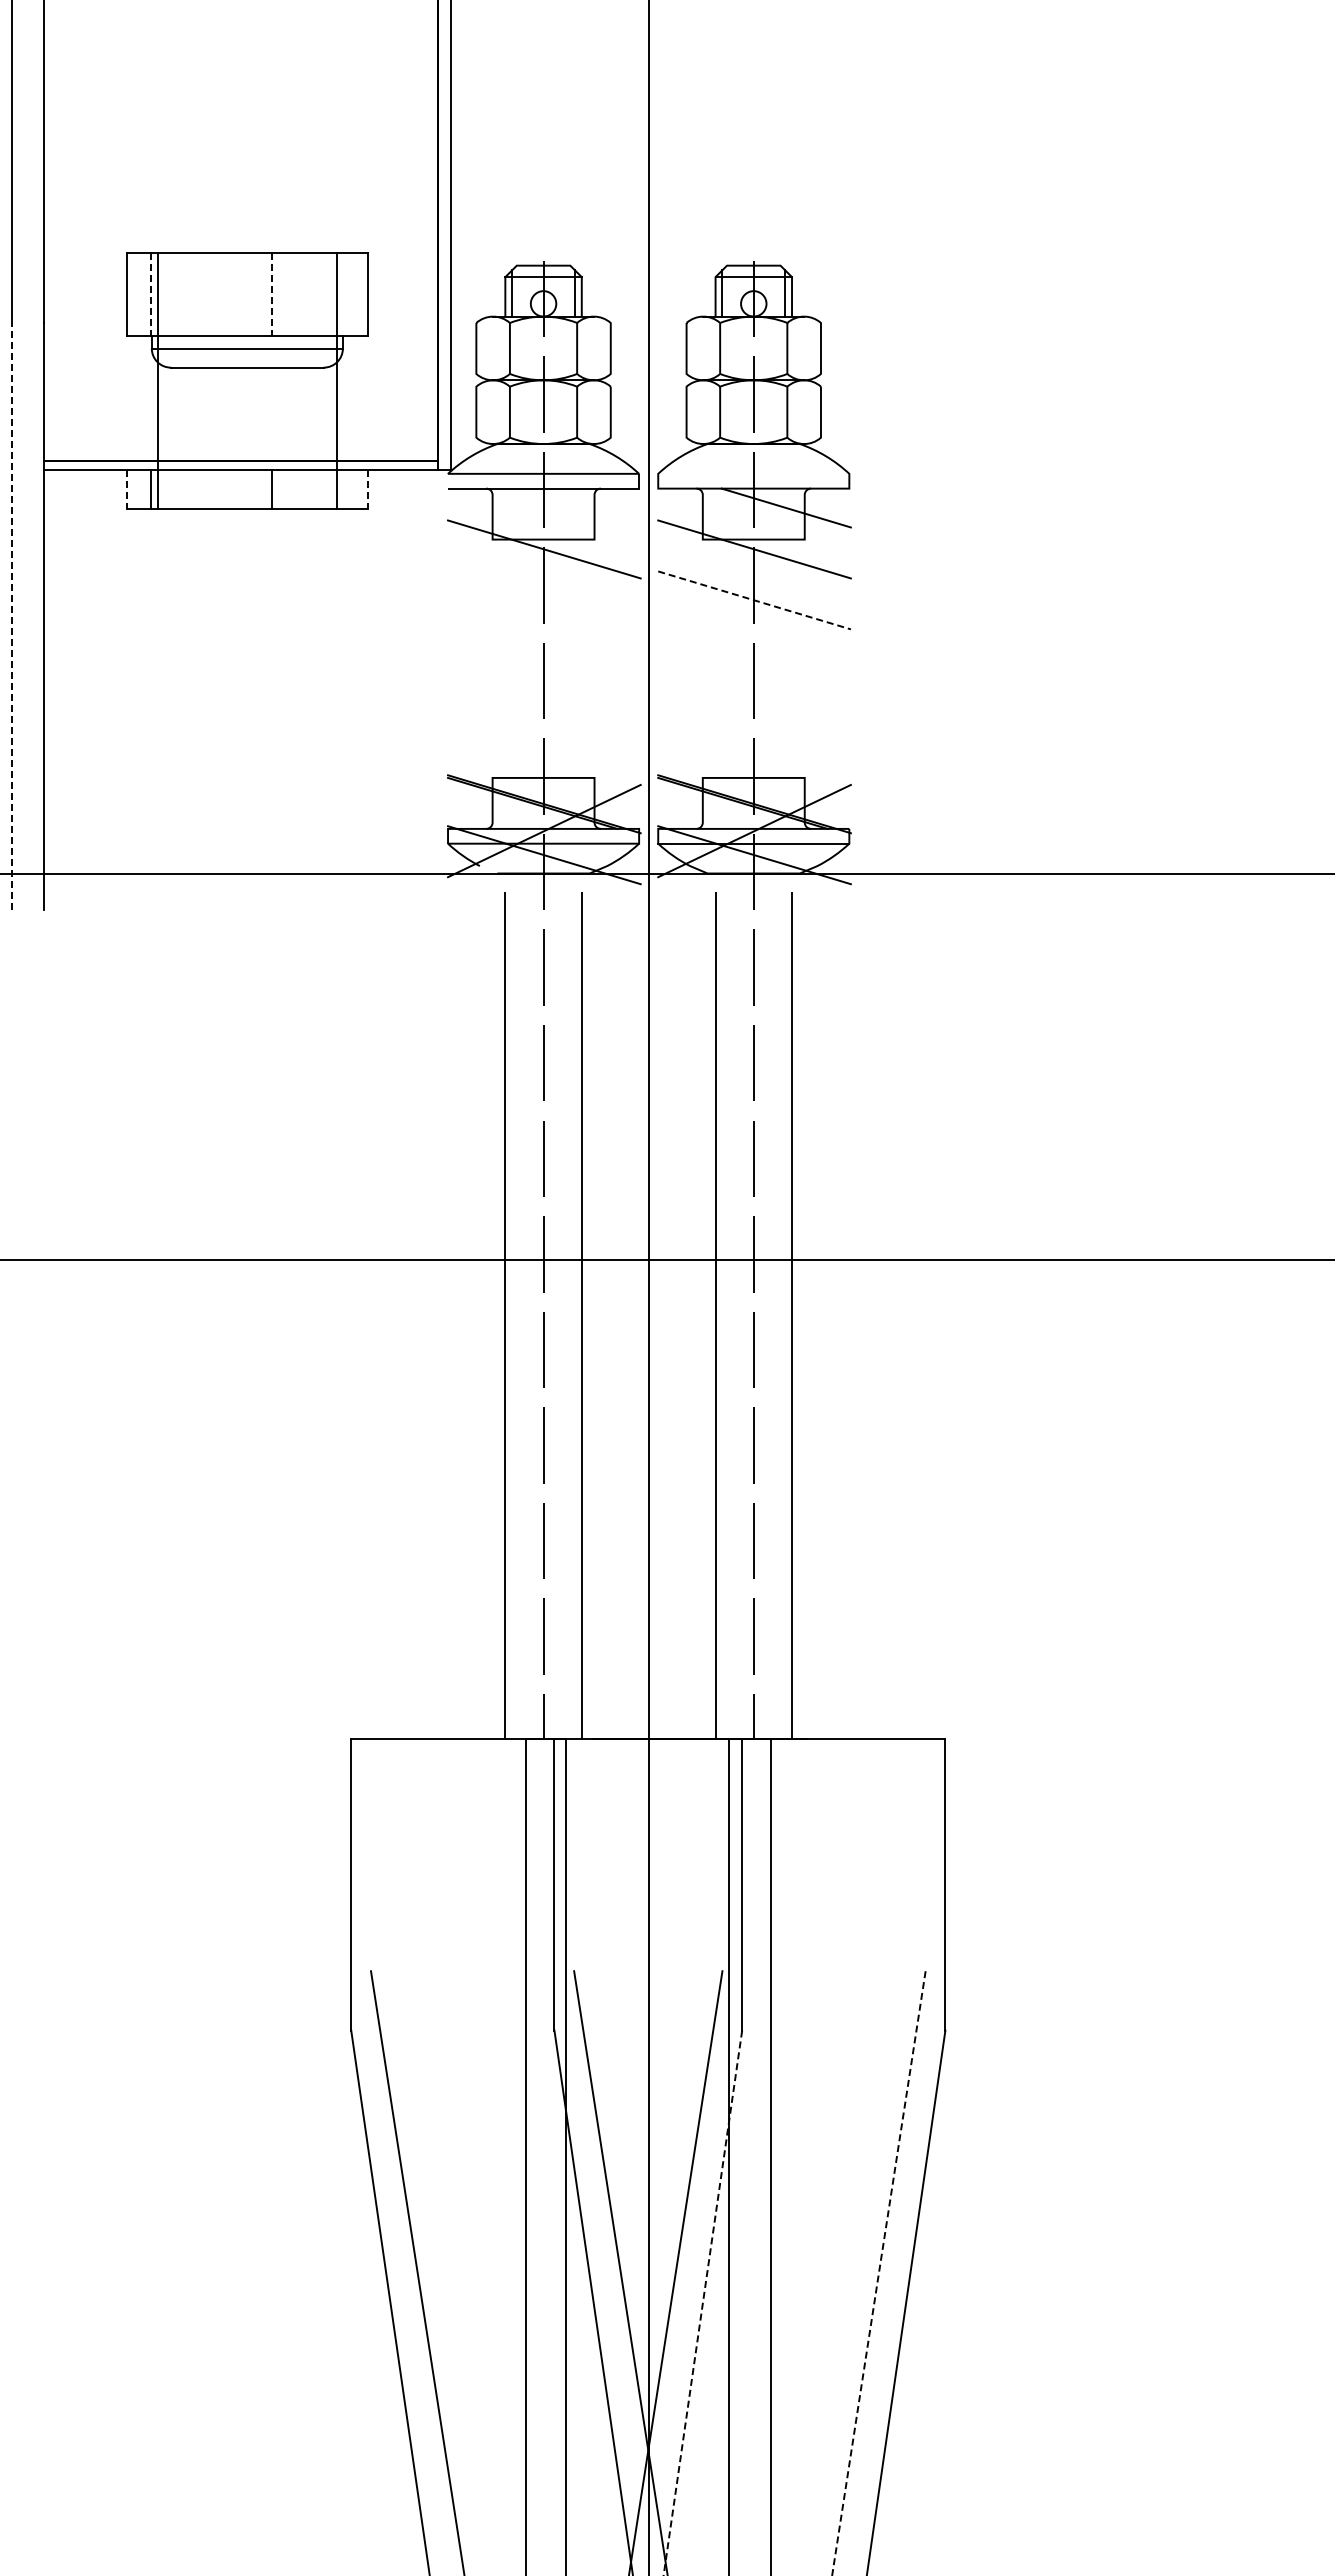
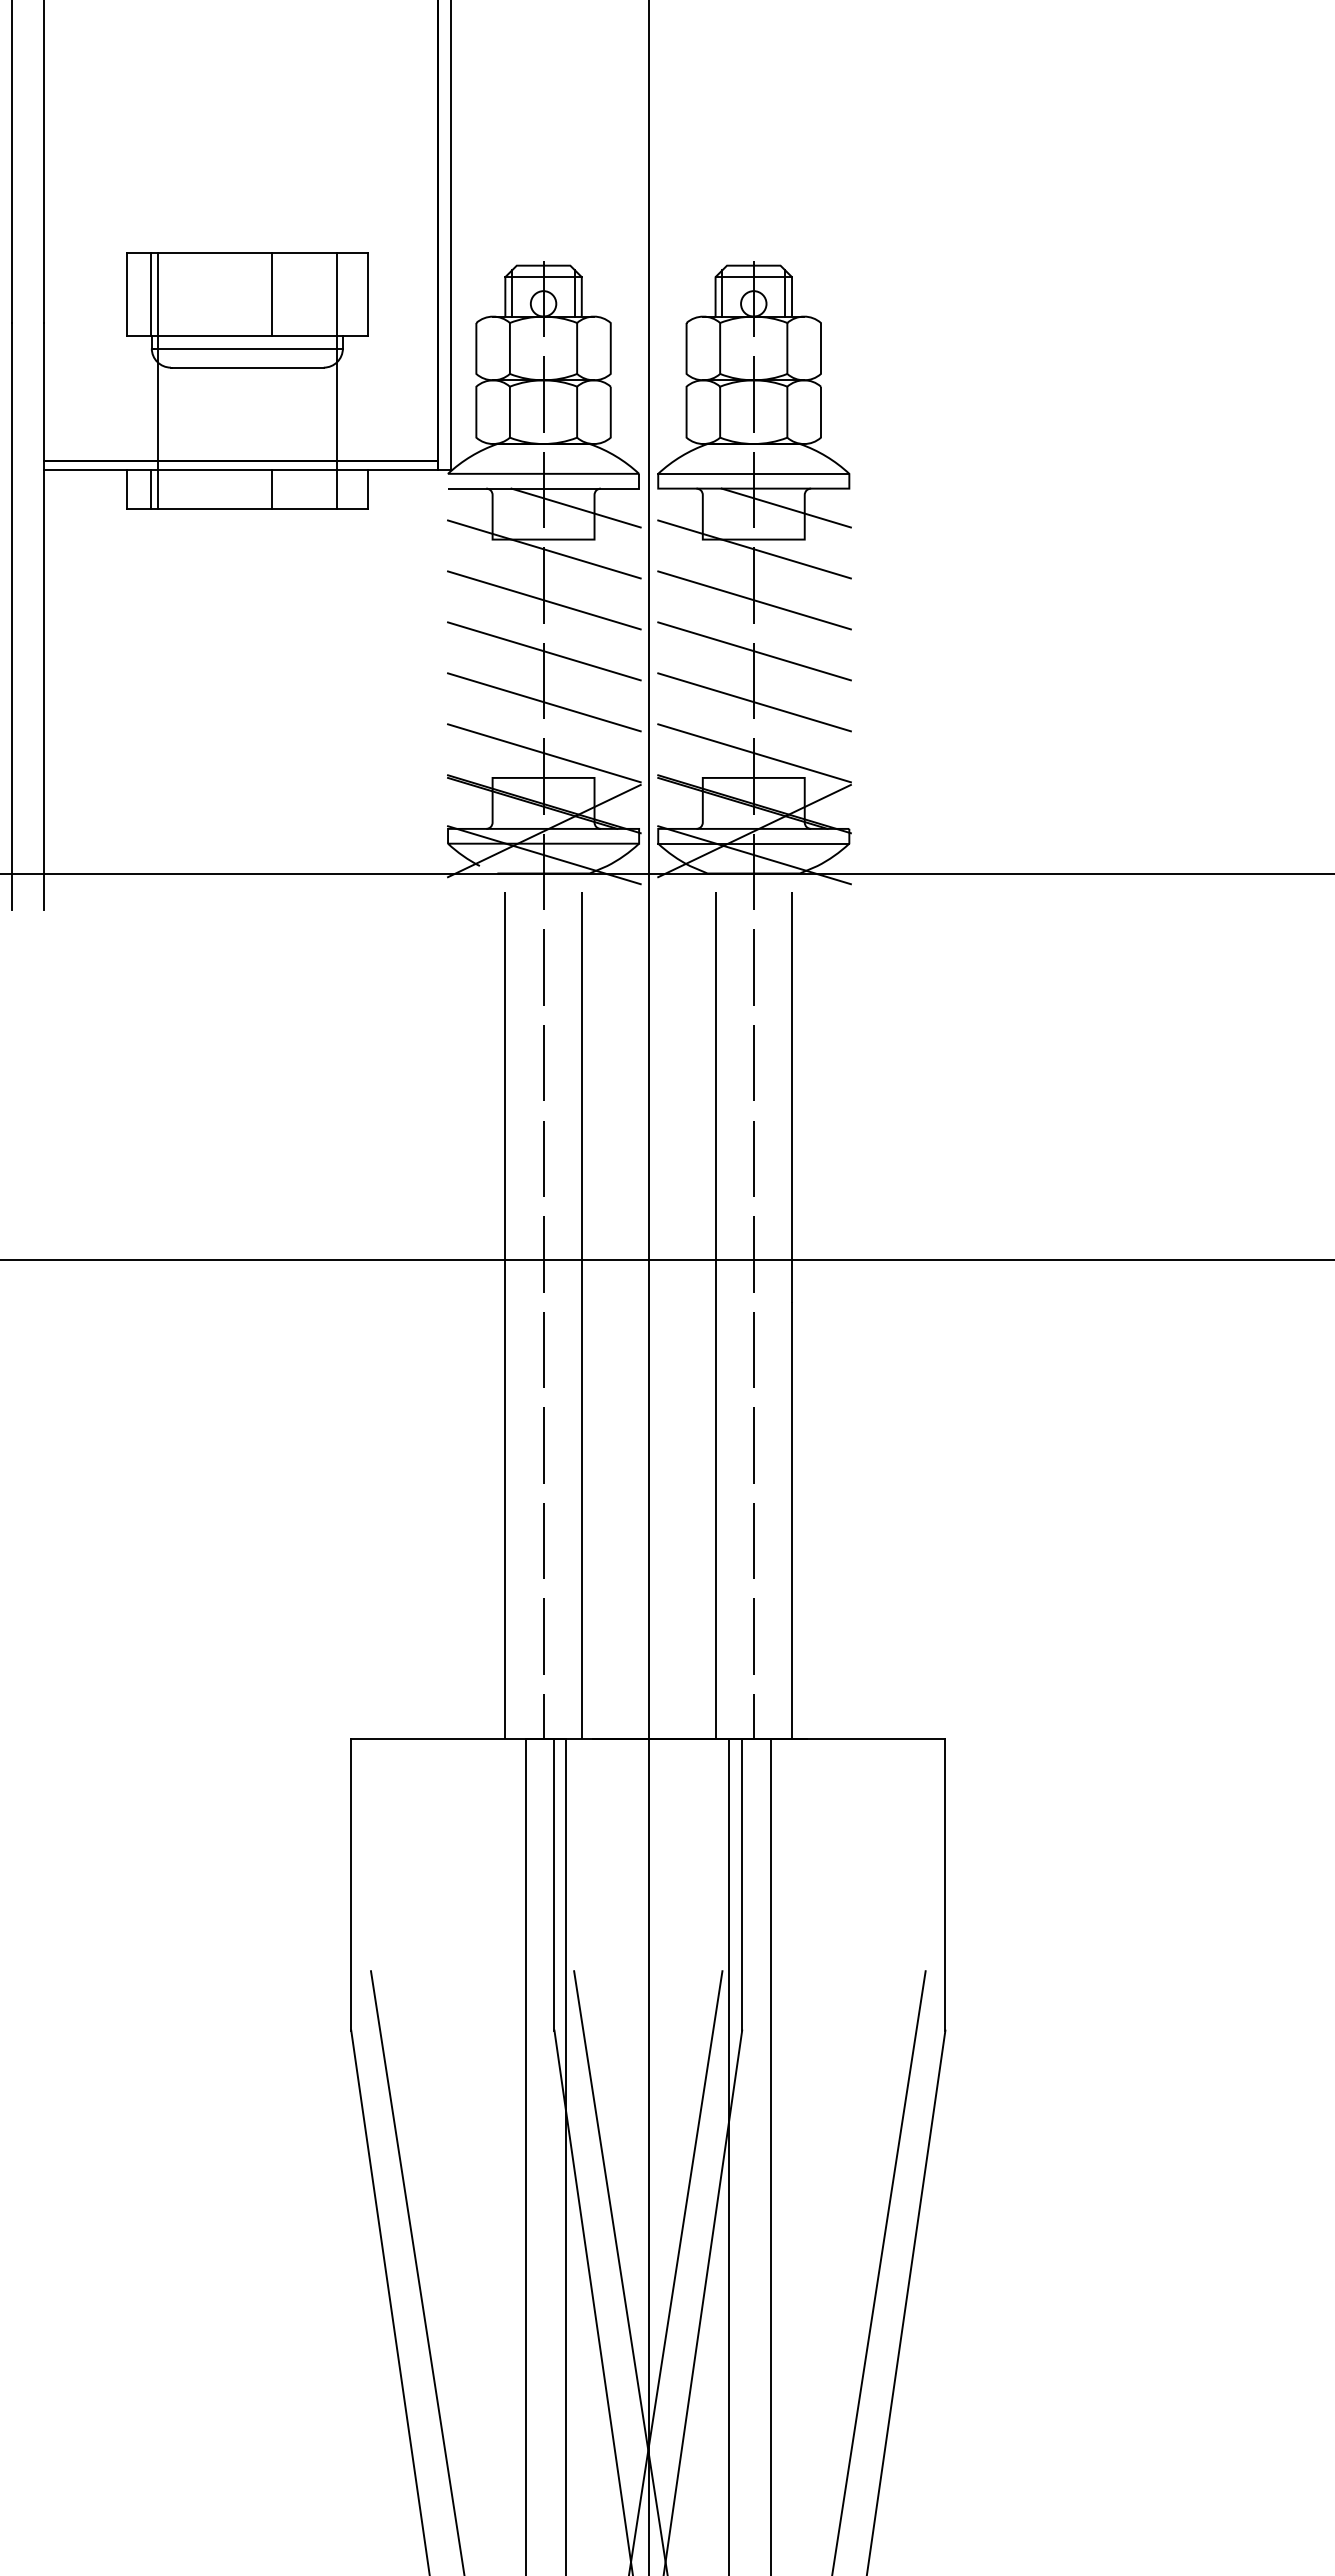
line at (151, 294): dashed -> solid
line at (271, 294): dashed -> solid
line at (753, 473): none -> present
line at (126, 490): dashed -> solid
line at (367, 490): dashed -> solid
line at (575, 507): none -> present
line at (544, 600): none -> present
line at (754, 600): dashed -> solid
line at (11, 616): dashed -> solid
line at (544, 651): none -> present
line at (754, 651): none -> present
line at (544, 702): none -> present
line at (754, 702): none -> present
line at (544, 753): none -> present
line at (754, 753): none -> present
line at (878, 2273): dashed -> solid
line at (702, 2303): dashed -> solid
